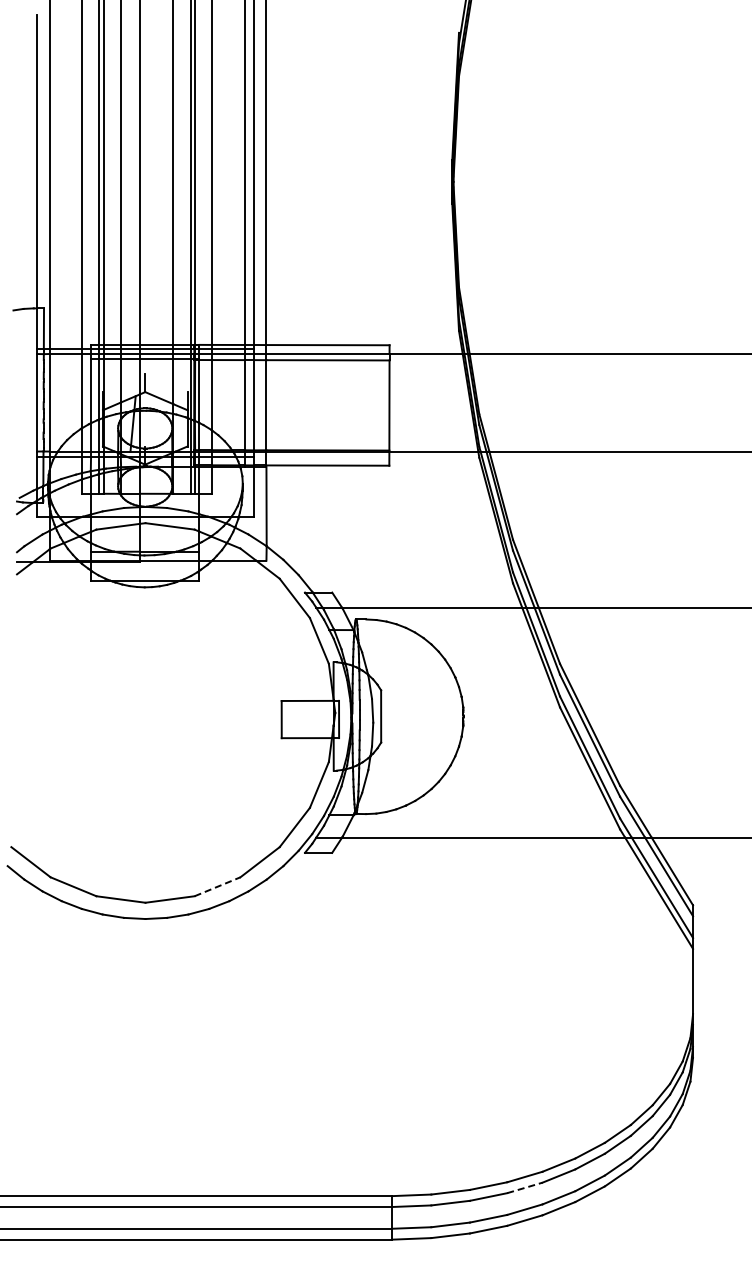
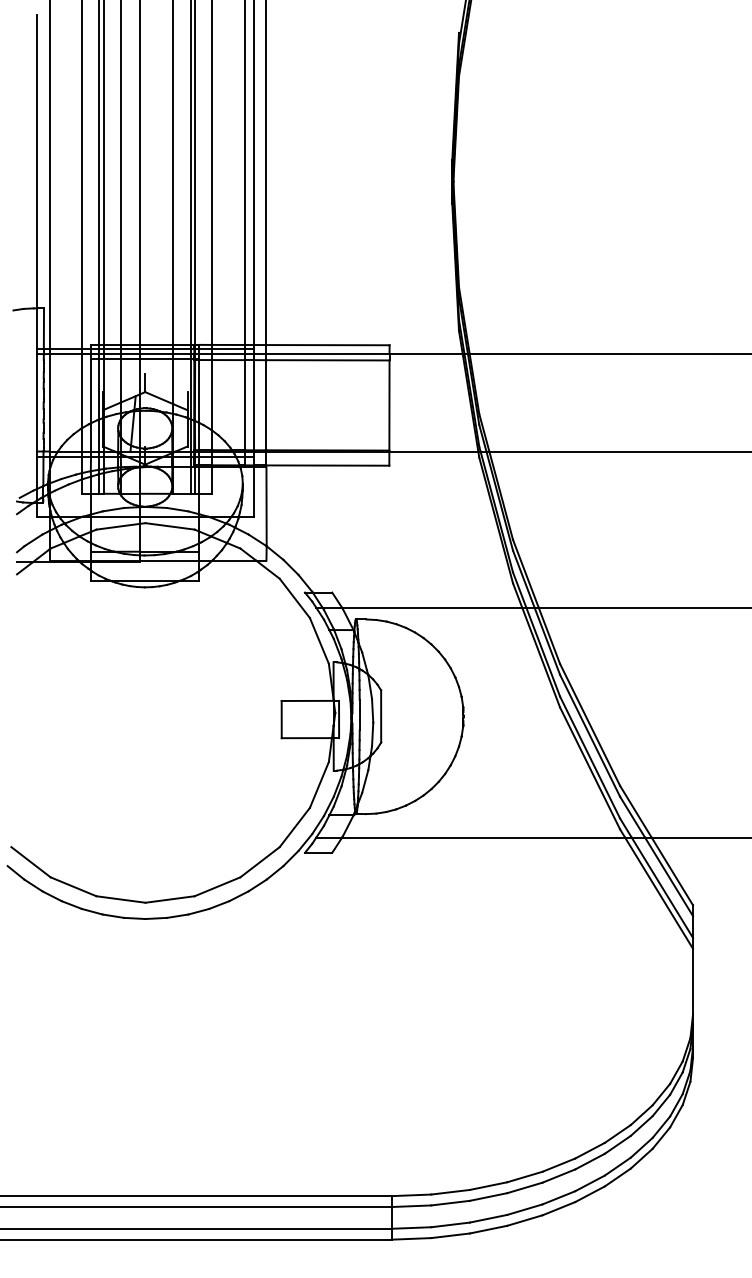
line at (217, 886): dashed -> solid
line at (525, 1187): dashed -> solid
